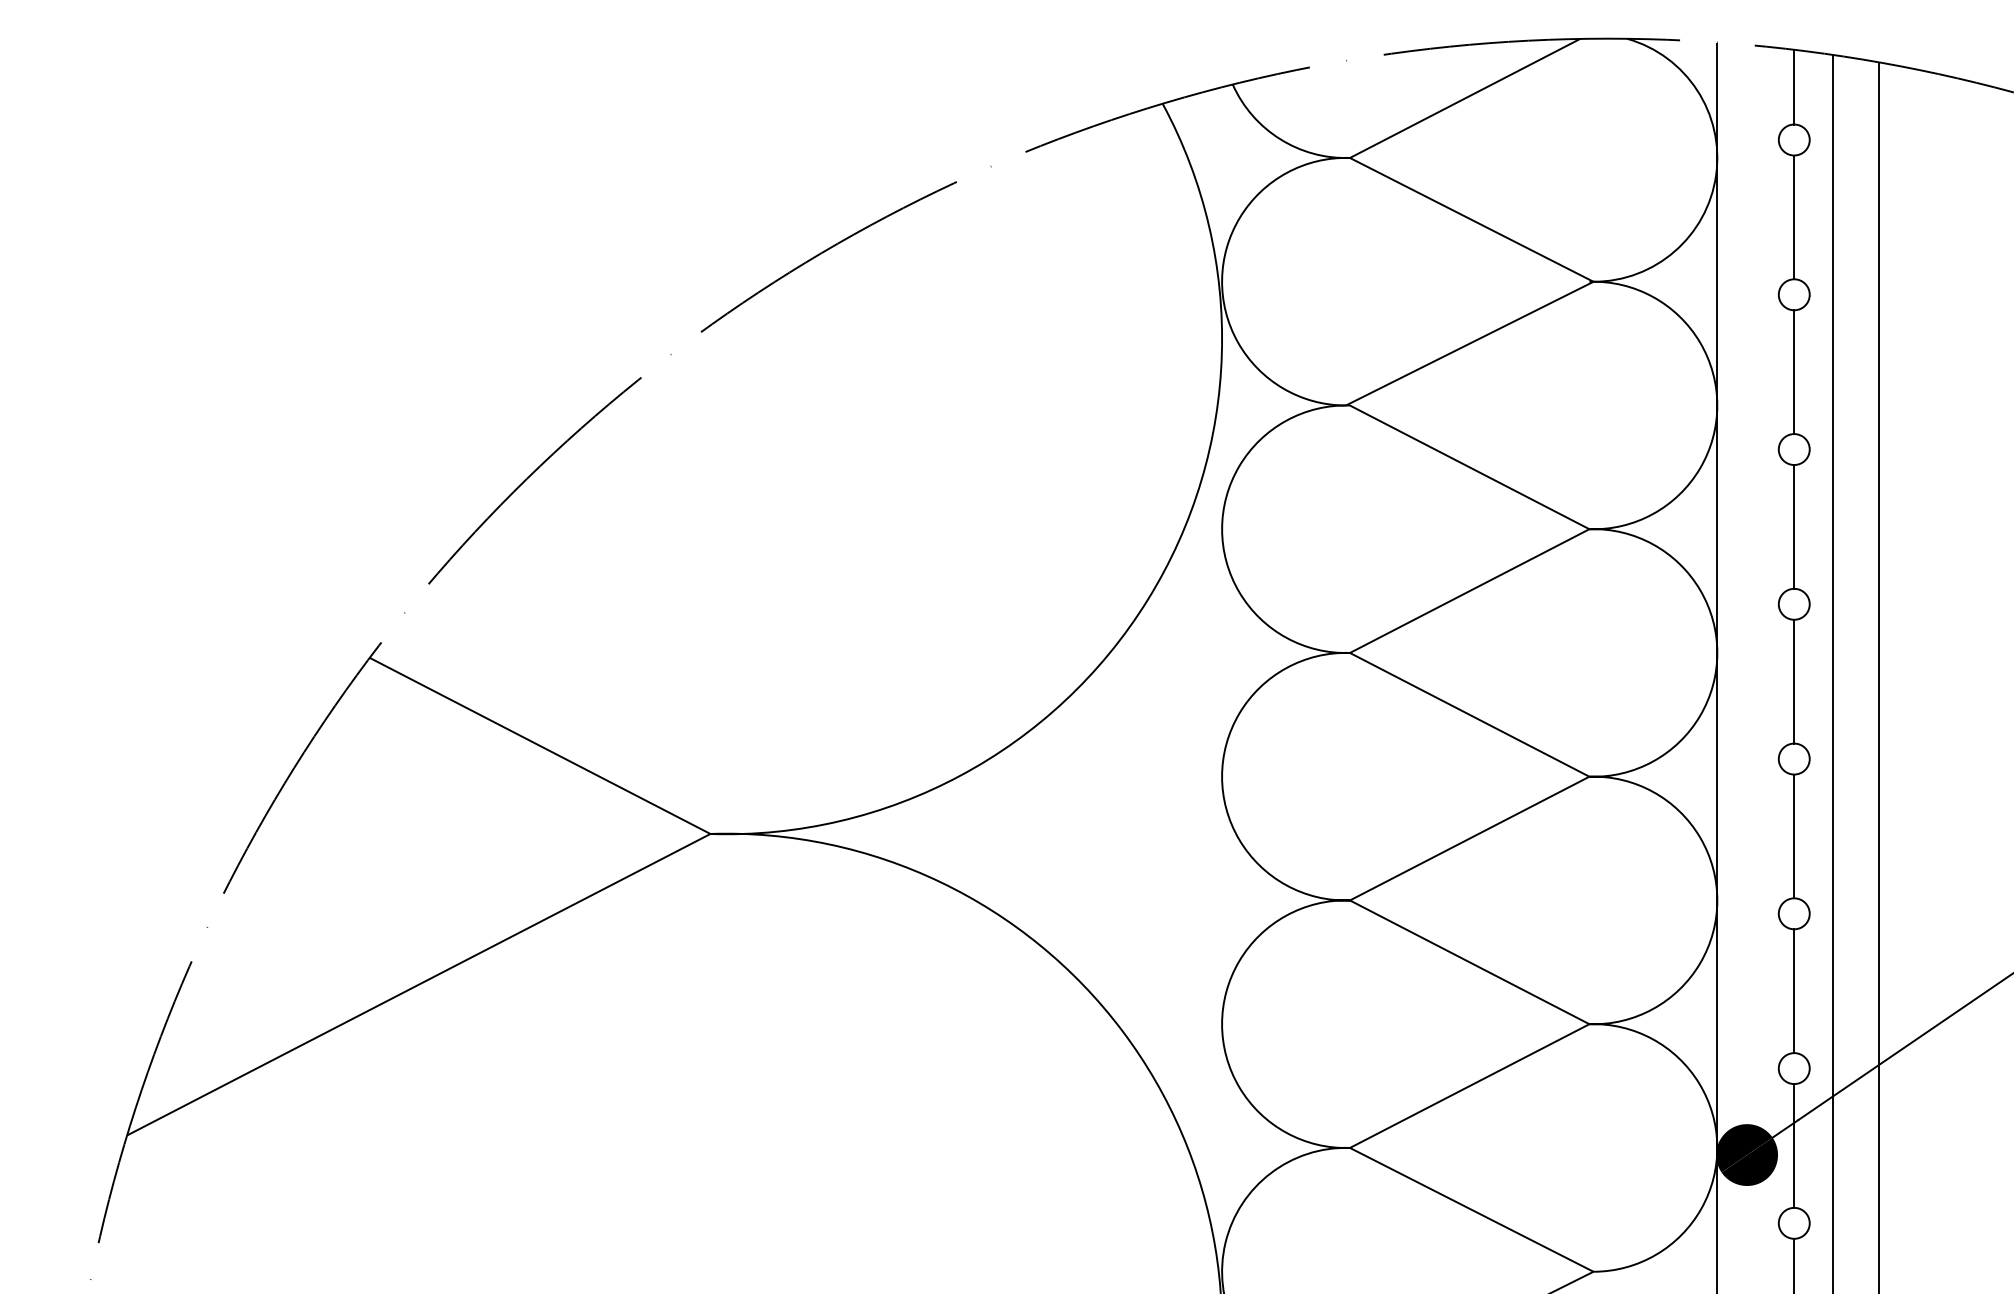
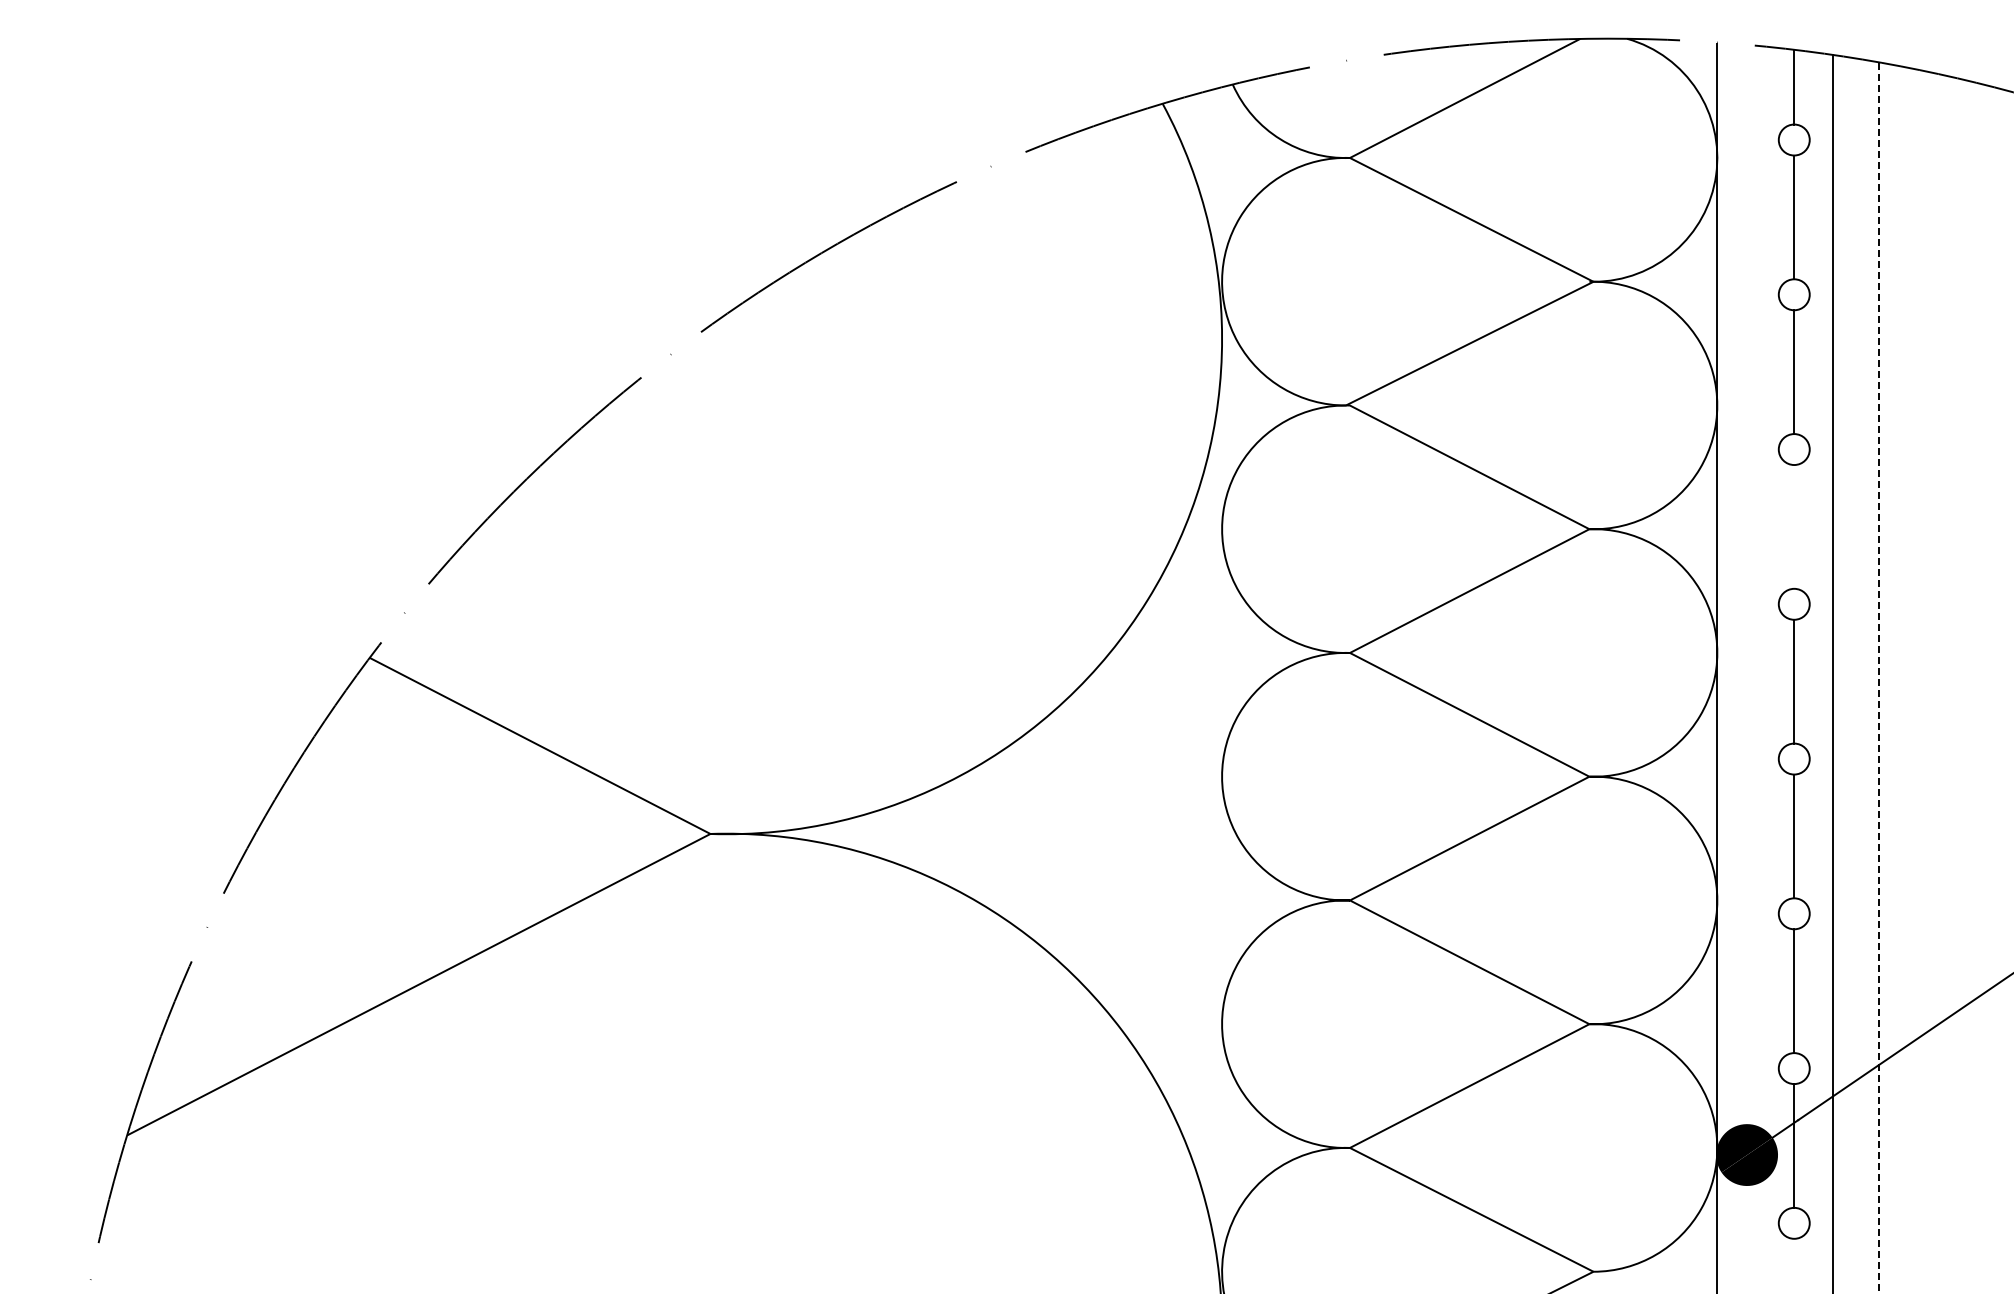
line at (1794, 526): present -> none
line at (1879, 677): solid -> dashed
line at (1794, 1264): present -> none
